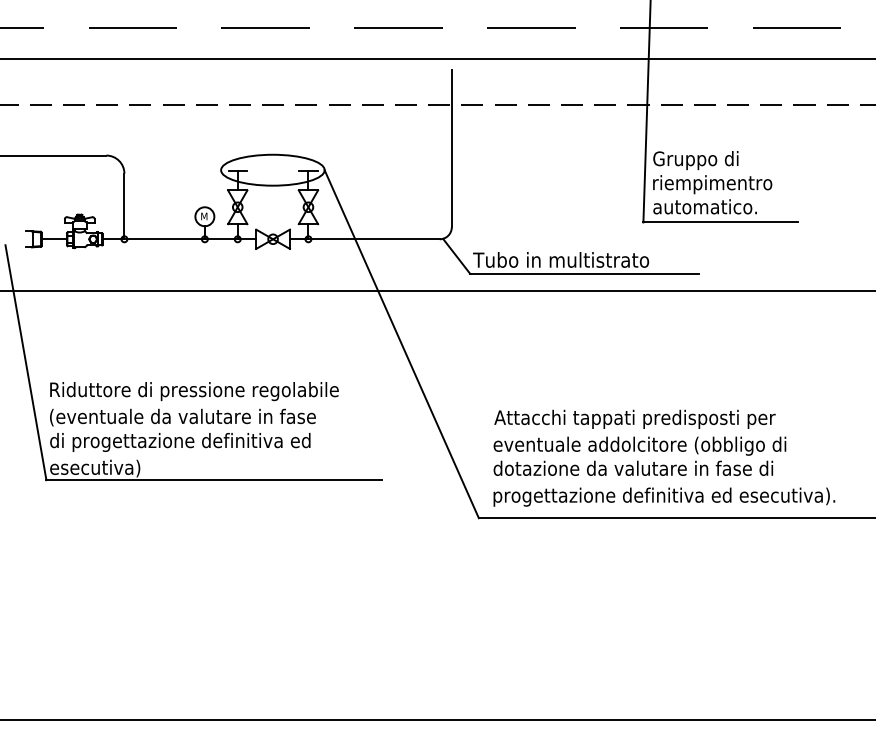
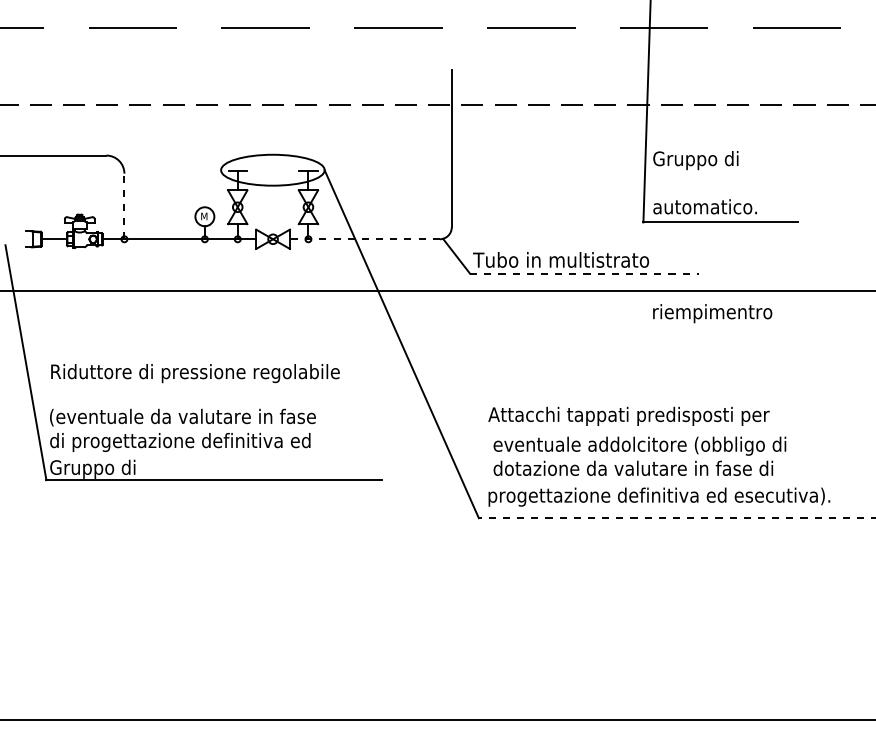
line at (437, 59): present -> none
text at (712, 184) position: (712, 184) -> (712, 313)
line at (124, 206): solid -> dashed
line at (364, 239): solid -> dashed
line at (584, 273): solid -> dashed
text at (194, 391) position: (194, 391) -> (195, 373)
text at (634, 418) position: (634, 418) -> (628, 415)
text at (95, 468): esecutiva) -> Gruppo di
text at (664, 496) position: (664, 496) -> (659, 496)
line at (676, 518): solid -> dashed
